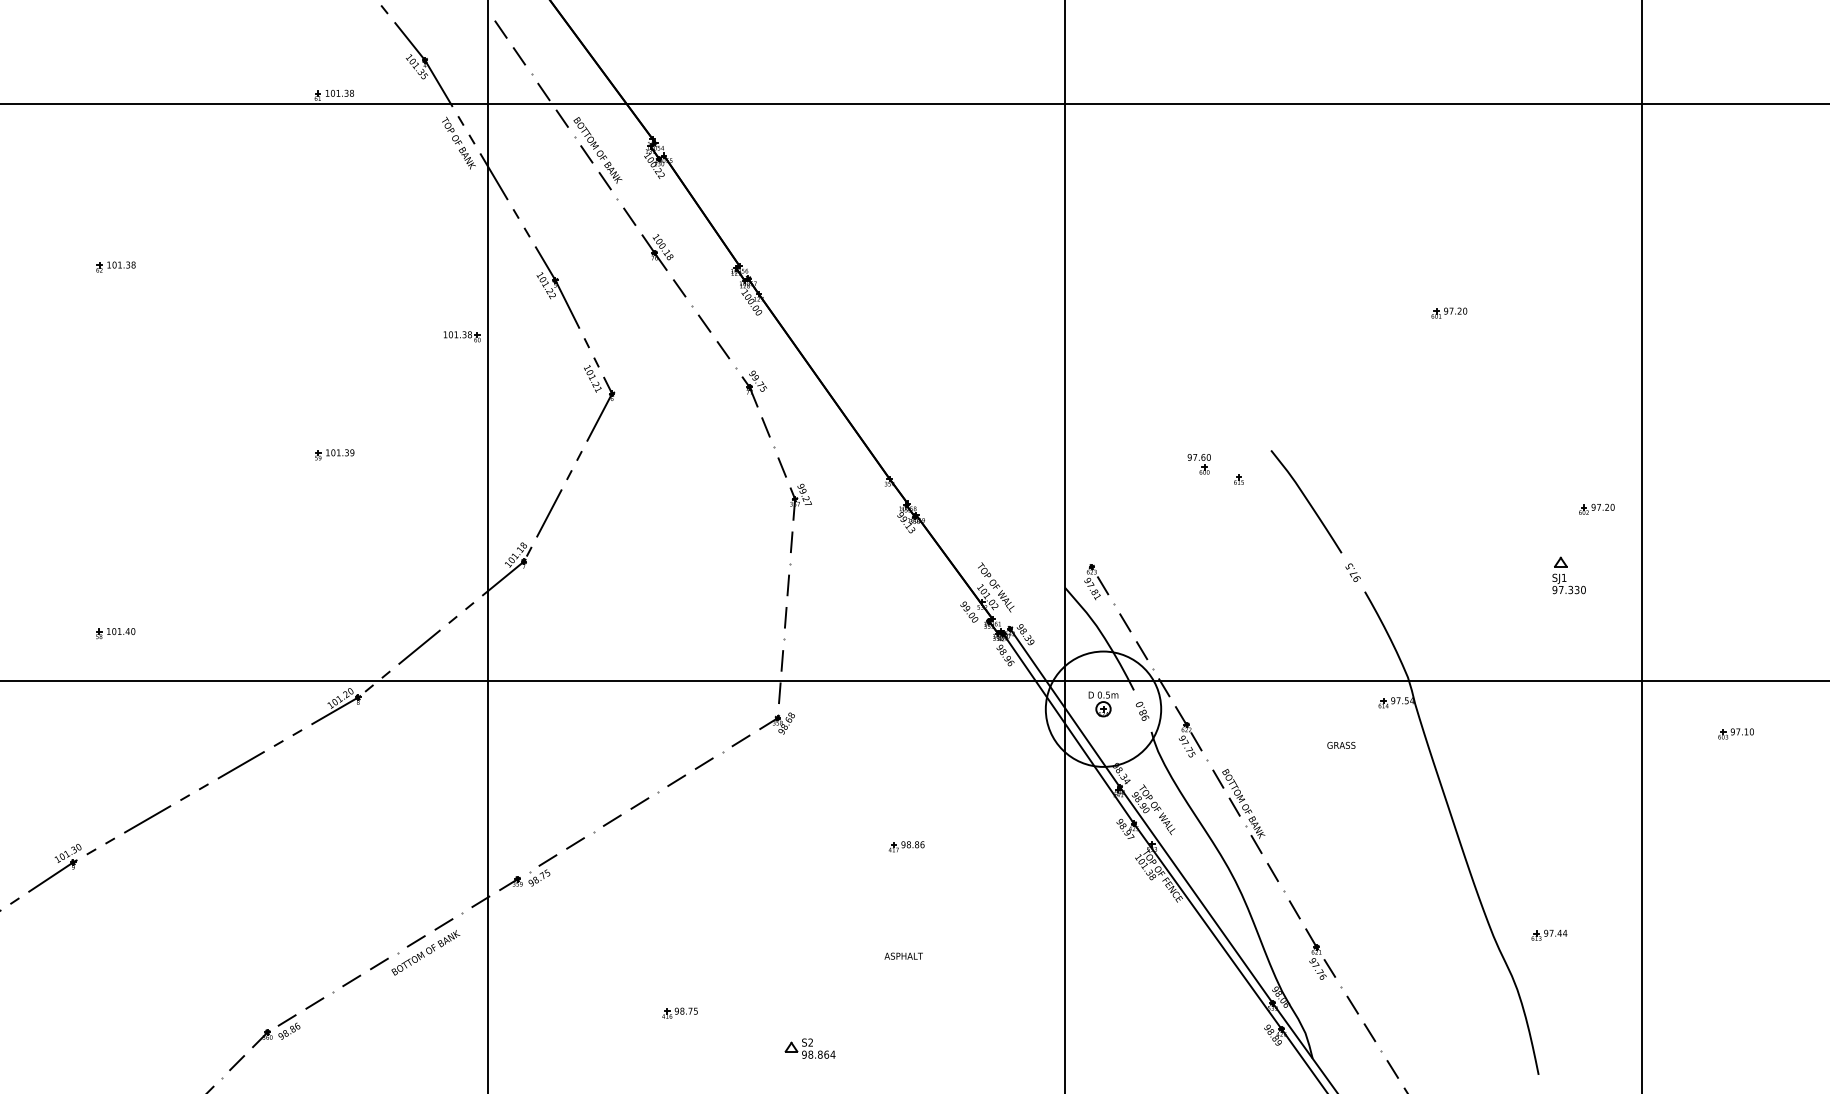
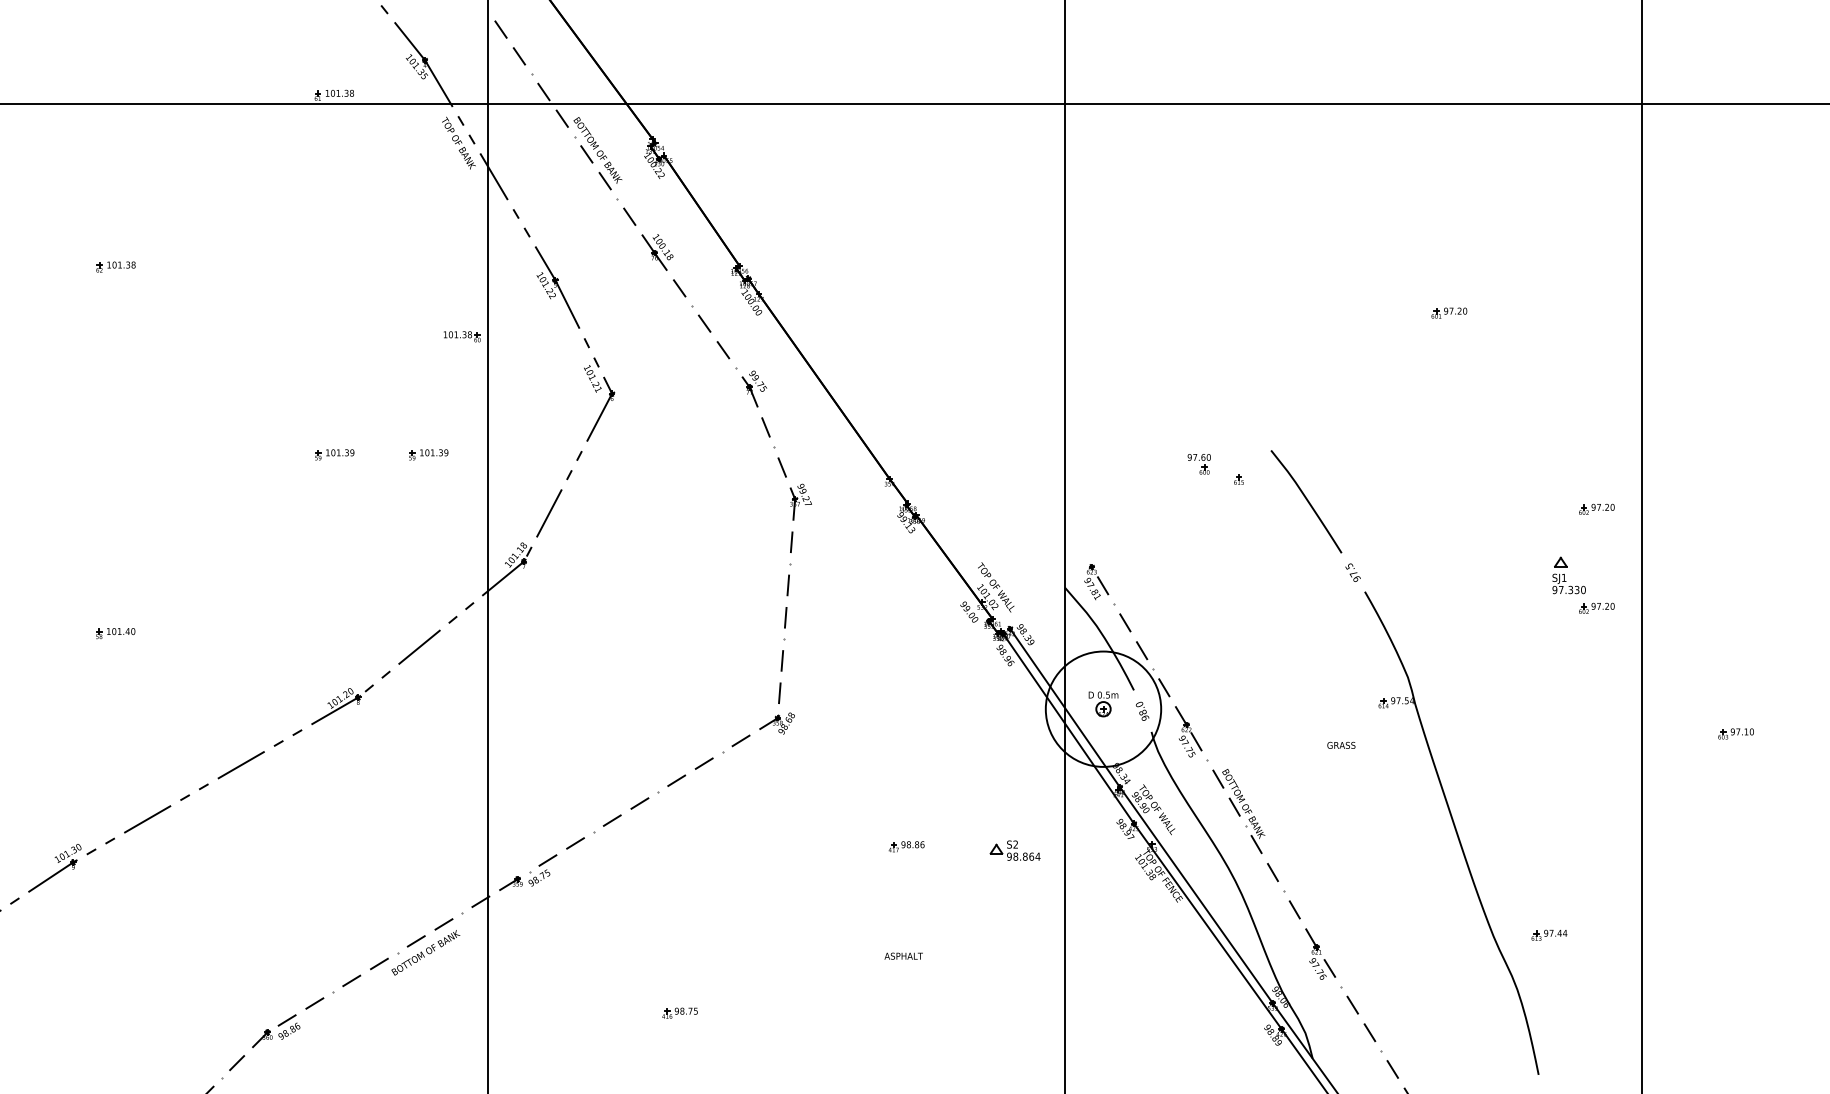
part at (428, 454): none -> present
part at (1596, 607): none -> present
line at (914, 680): present -> none
part at (809, 1048) position: (809, 1048) -> (1014, 850)
